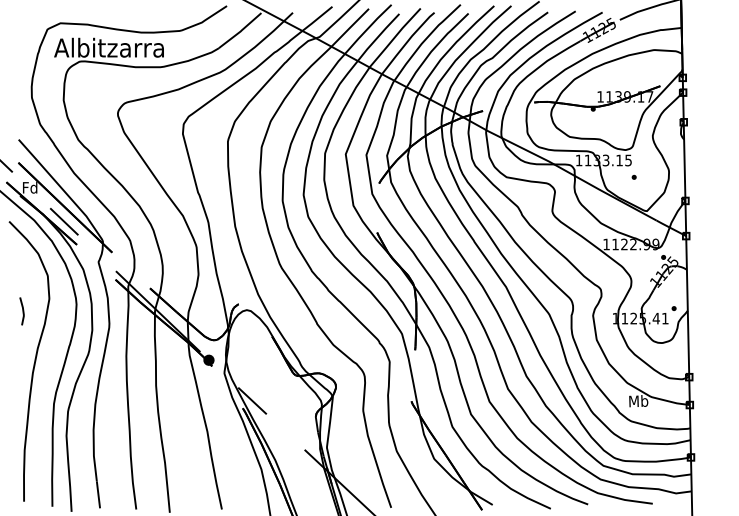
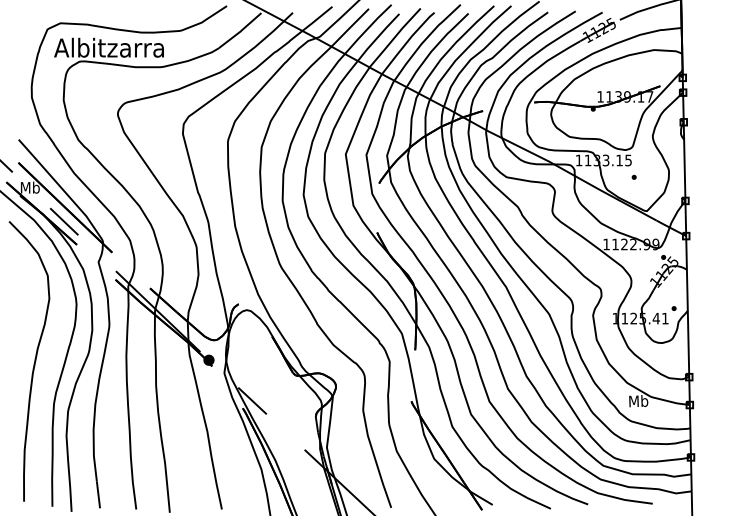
text at (29, 187): Fd -> Mb
line at (22, 311): present -> none
